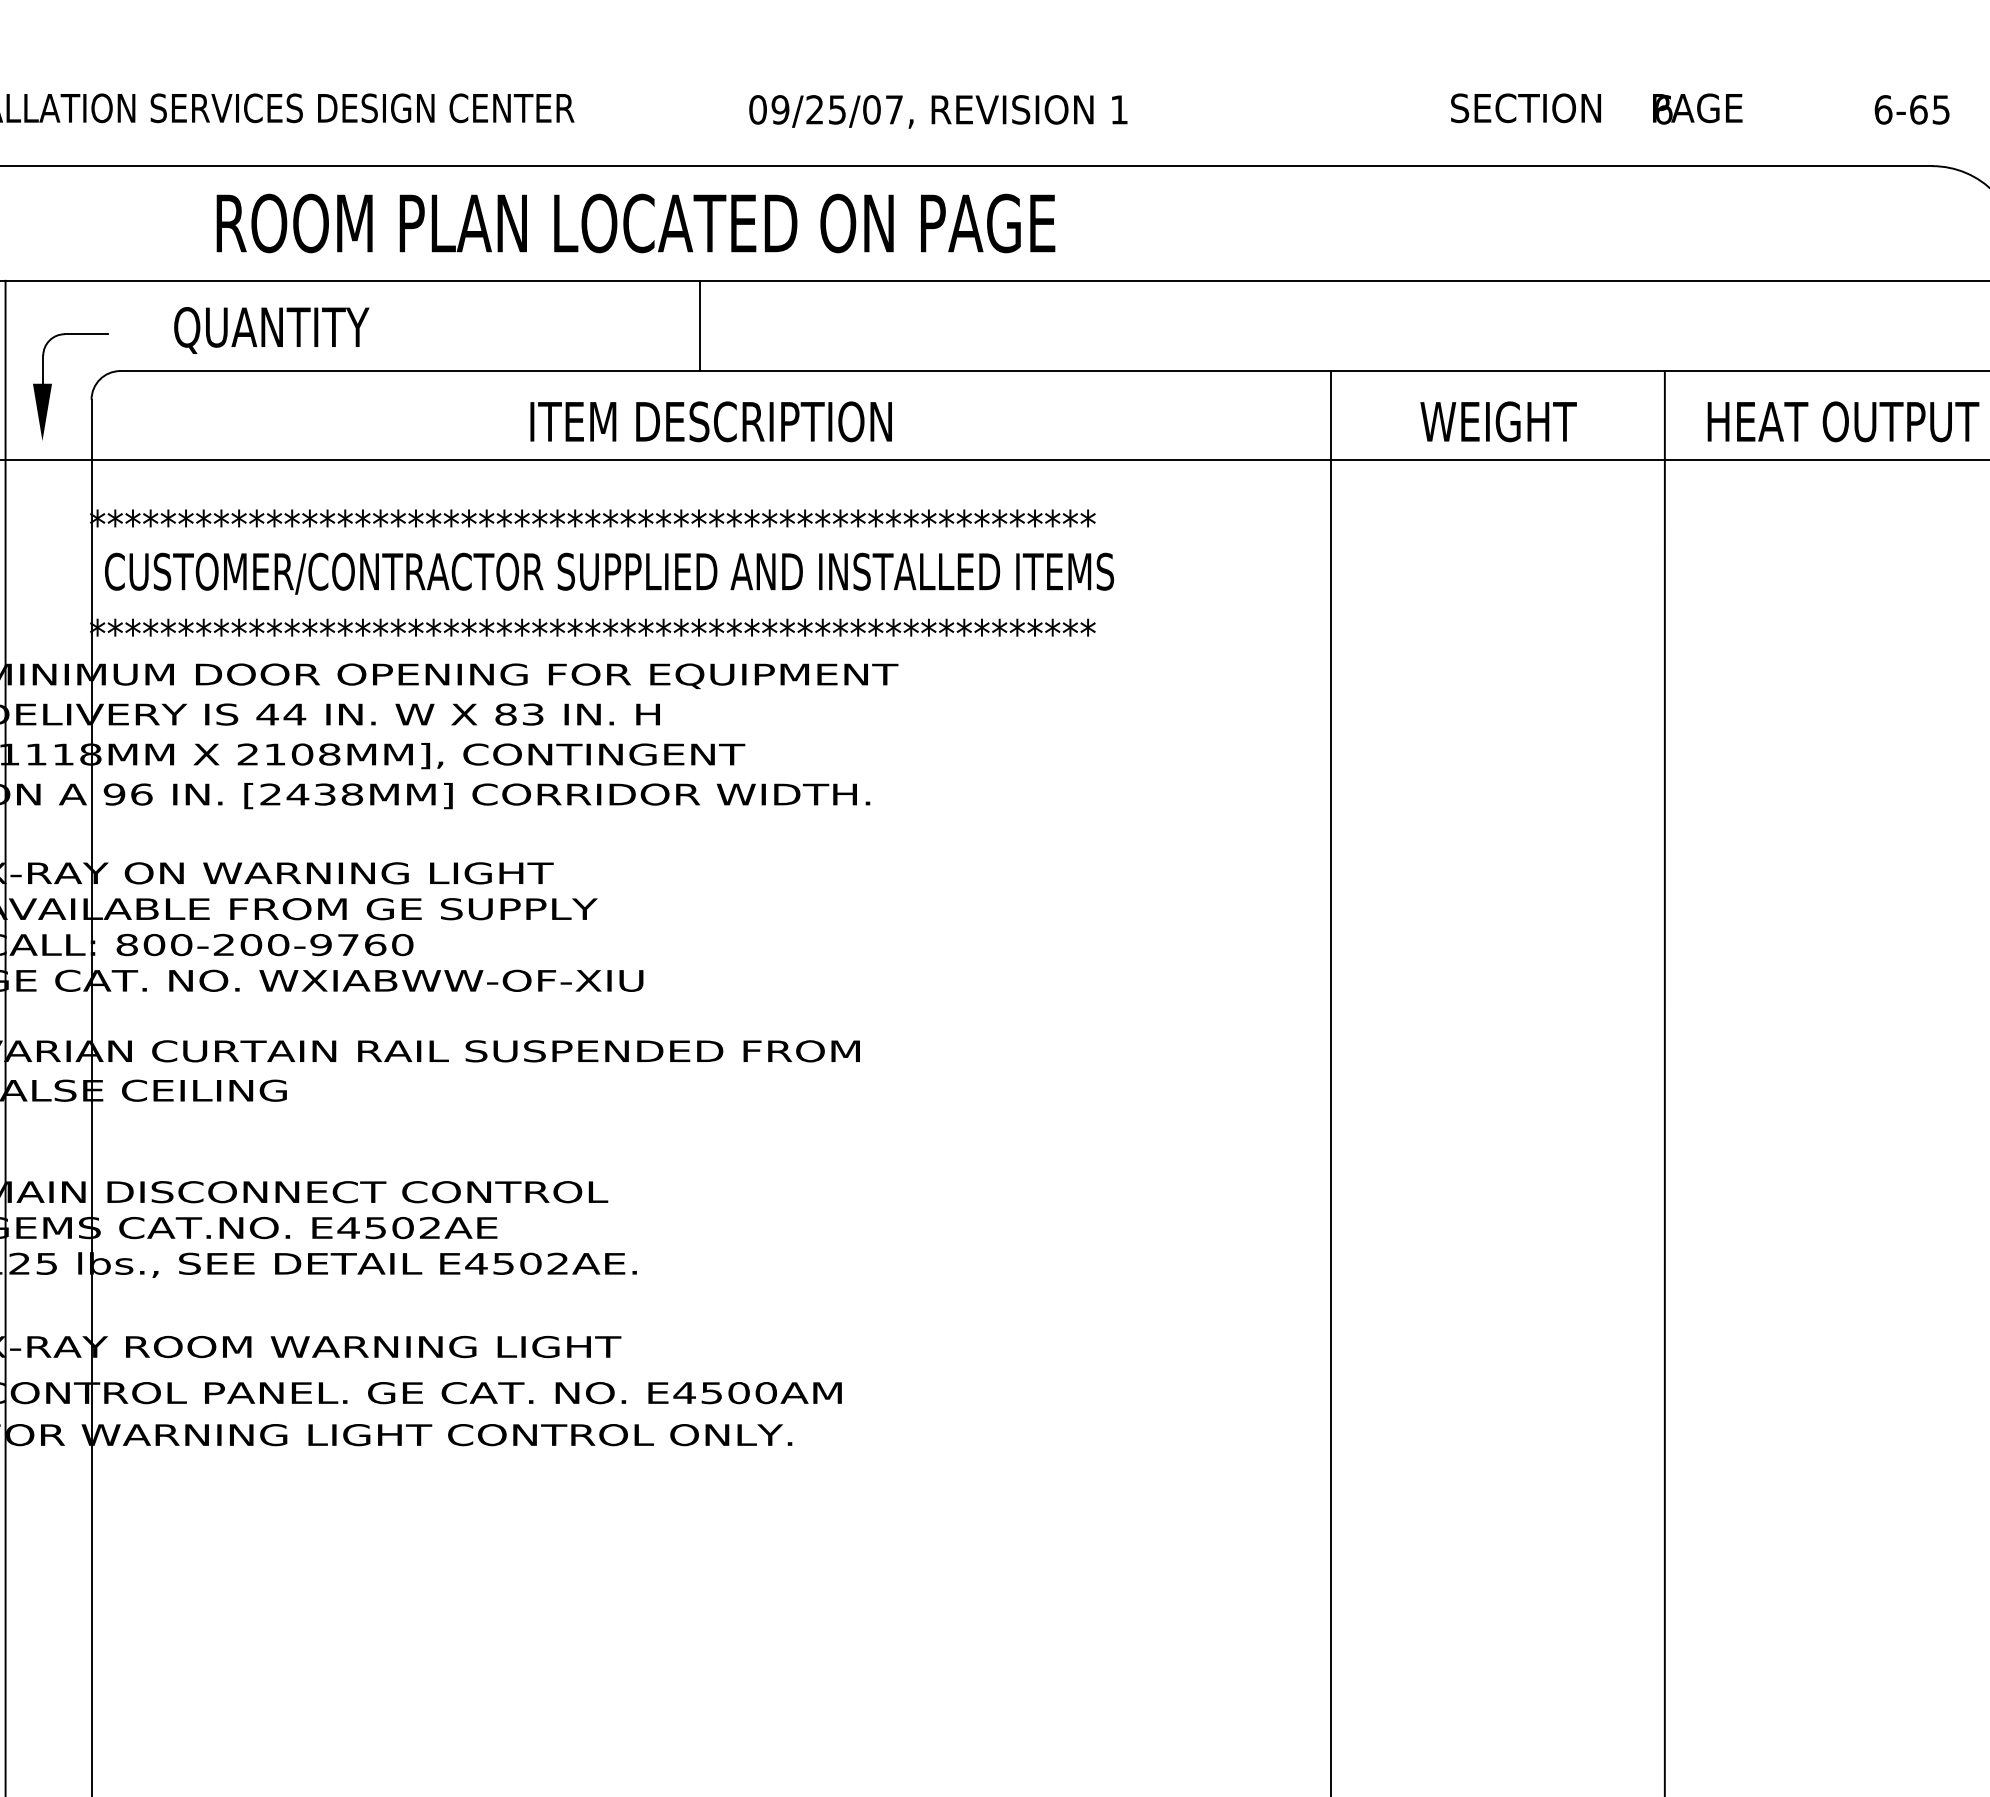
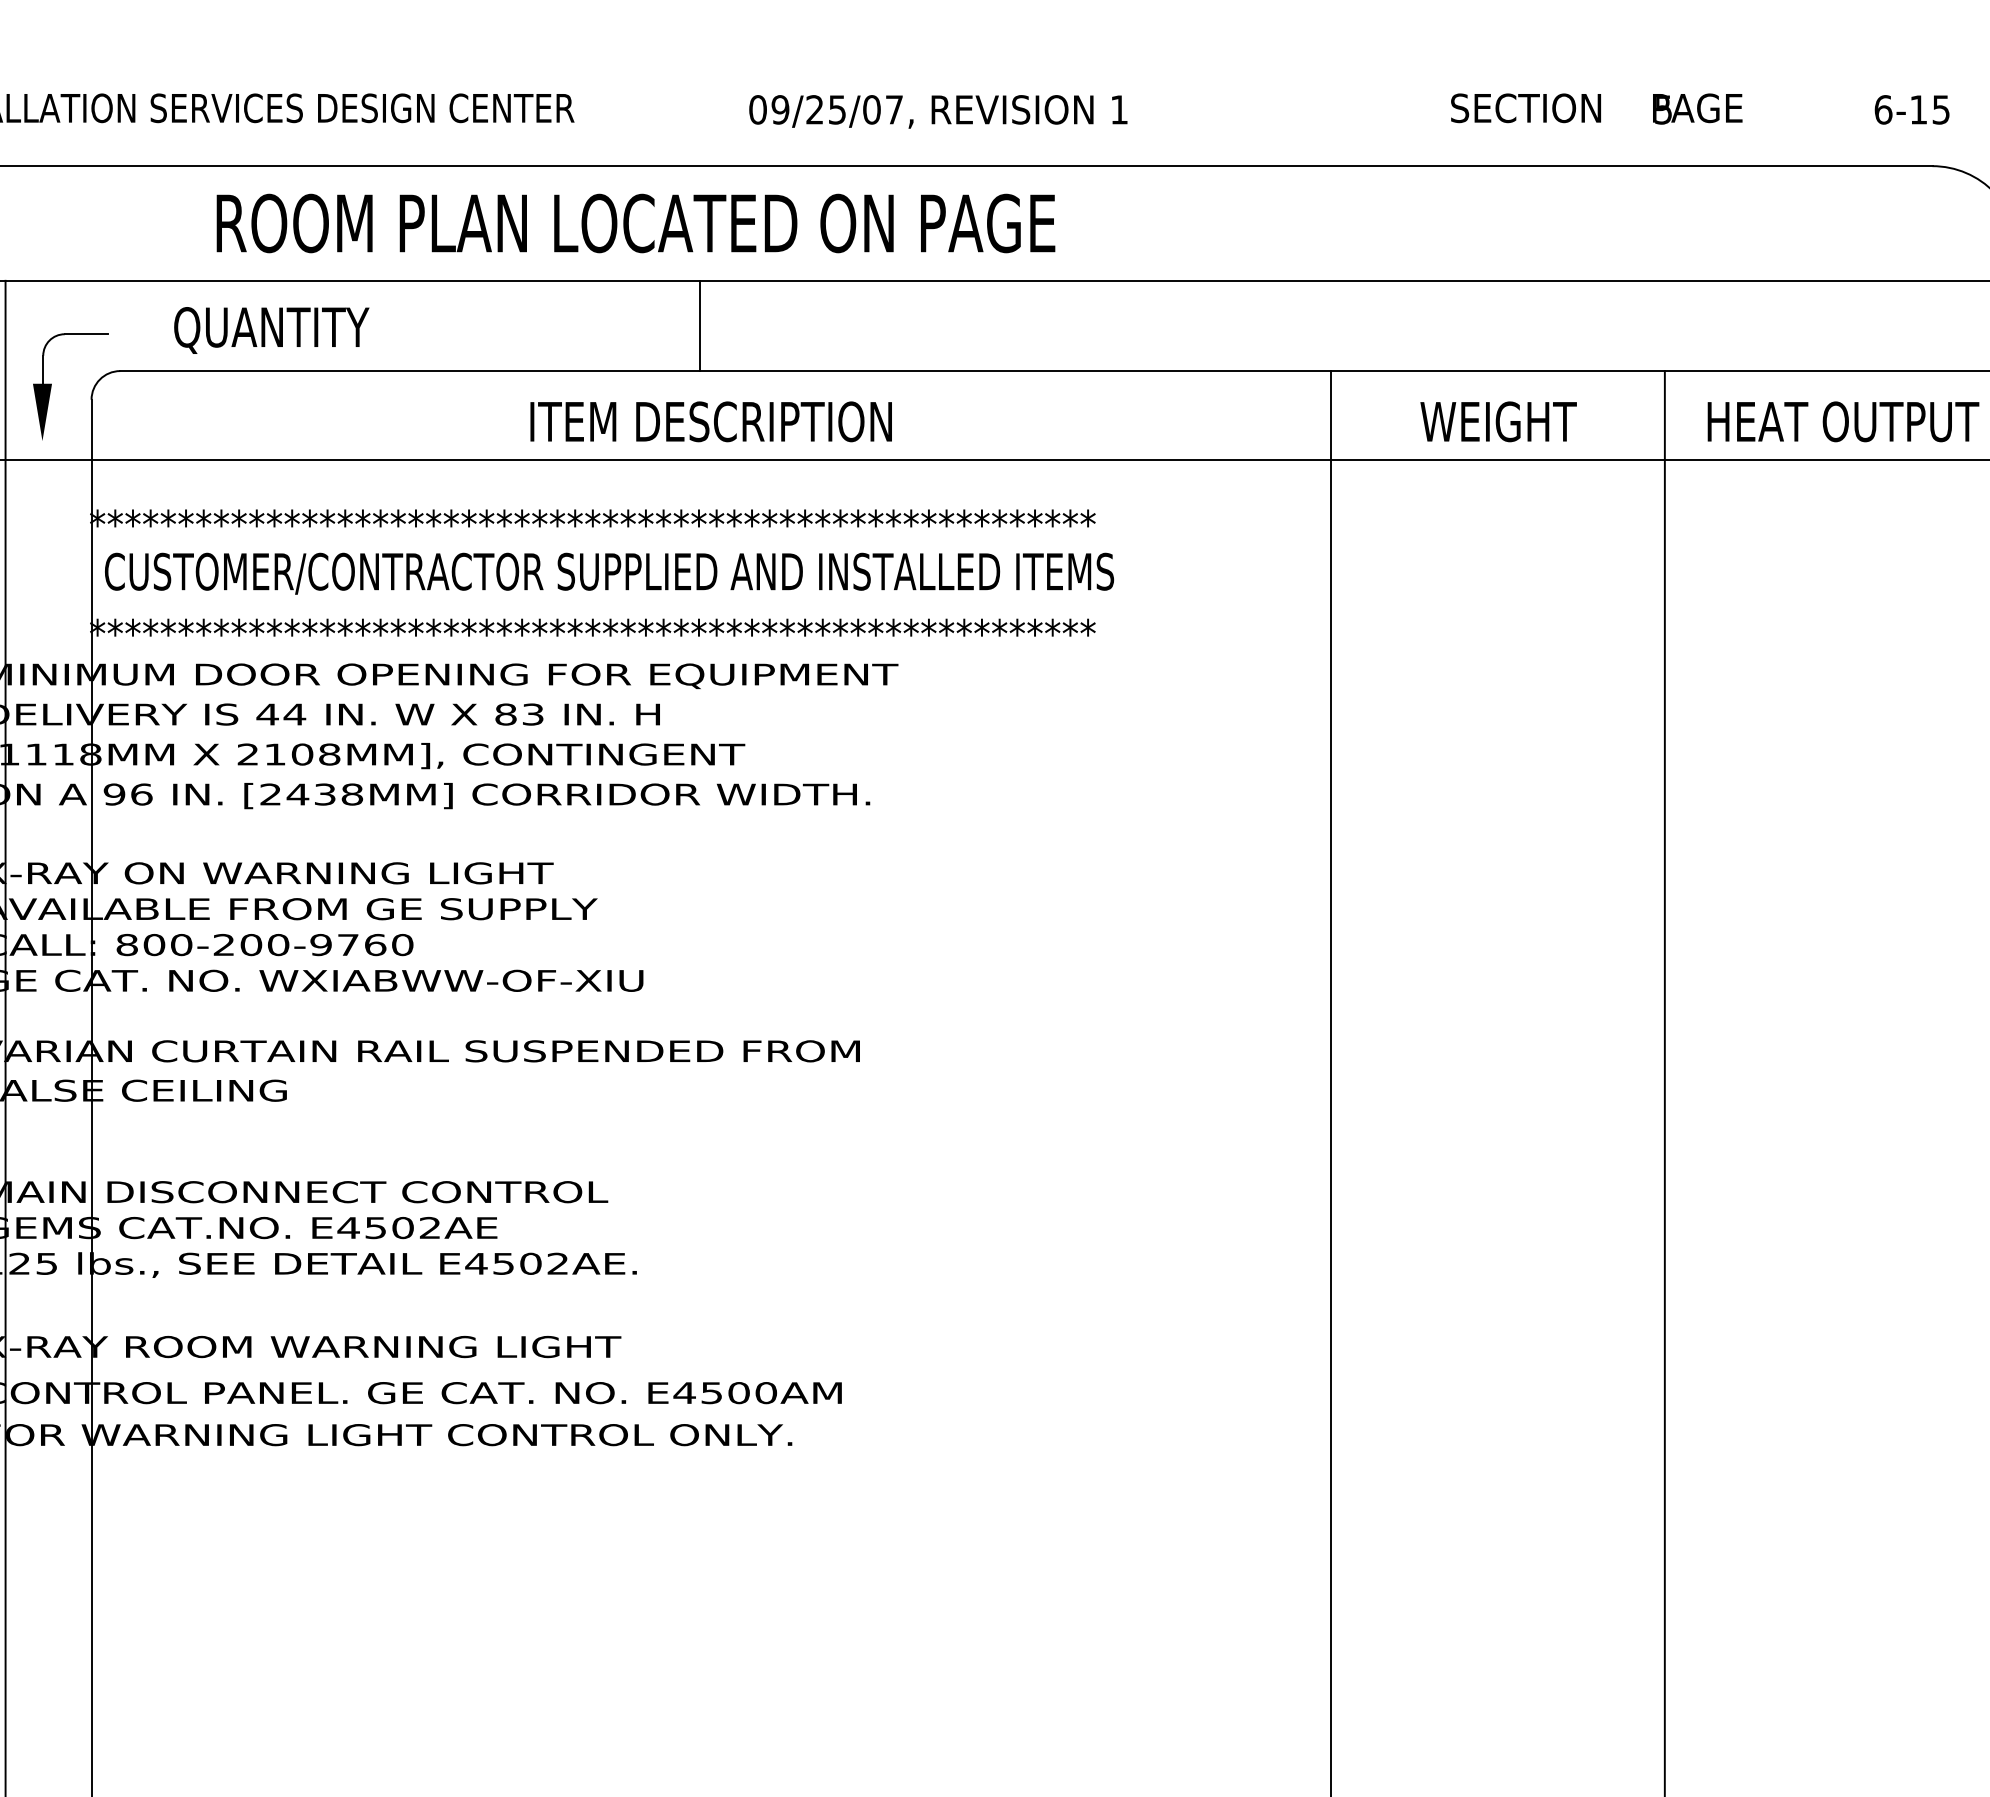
text at (1663, 109): 6 -> 5
text at (1918, 109): 6-65 -> 6-15
